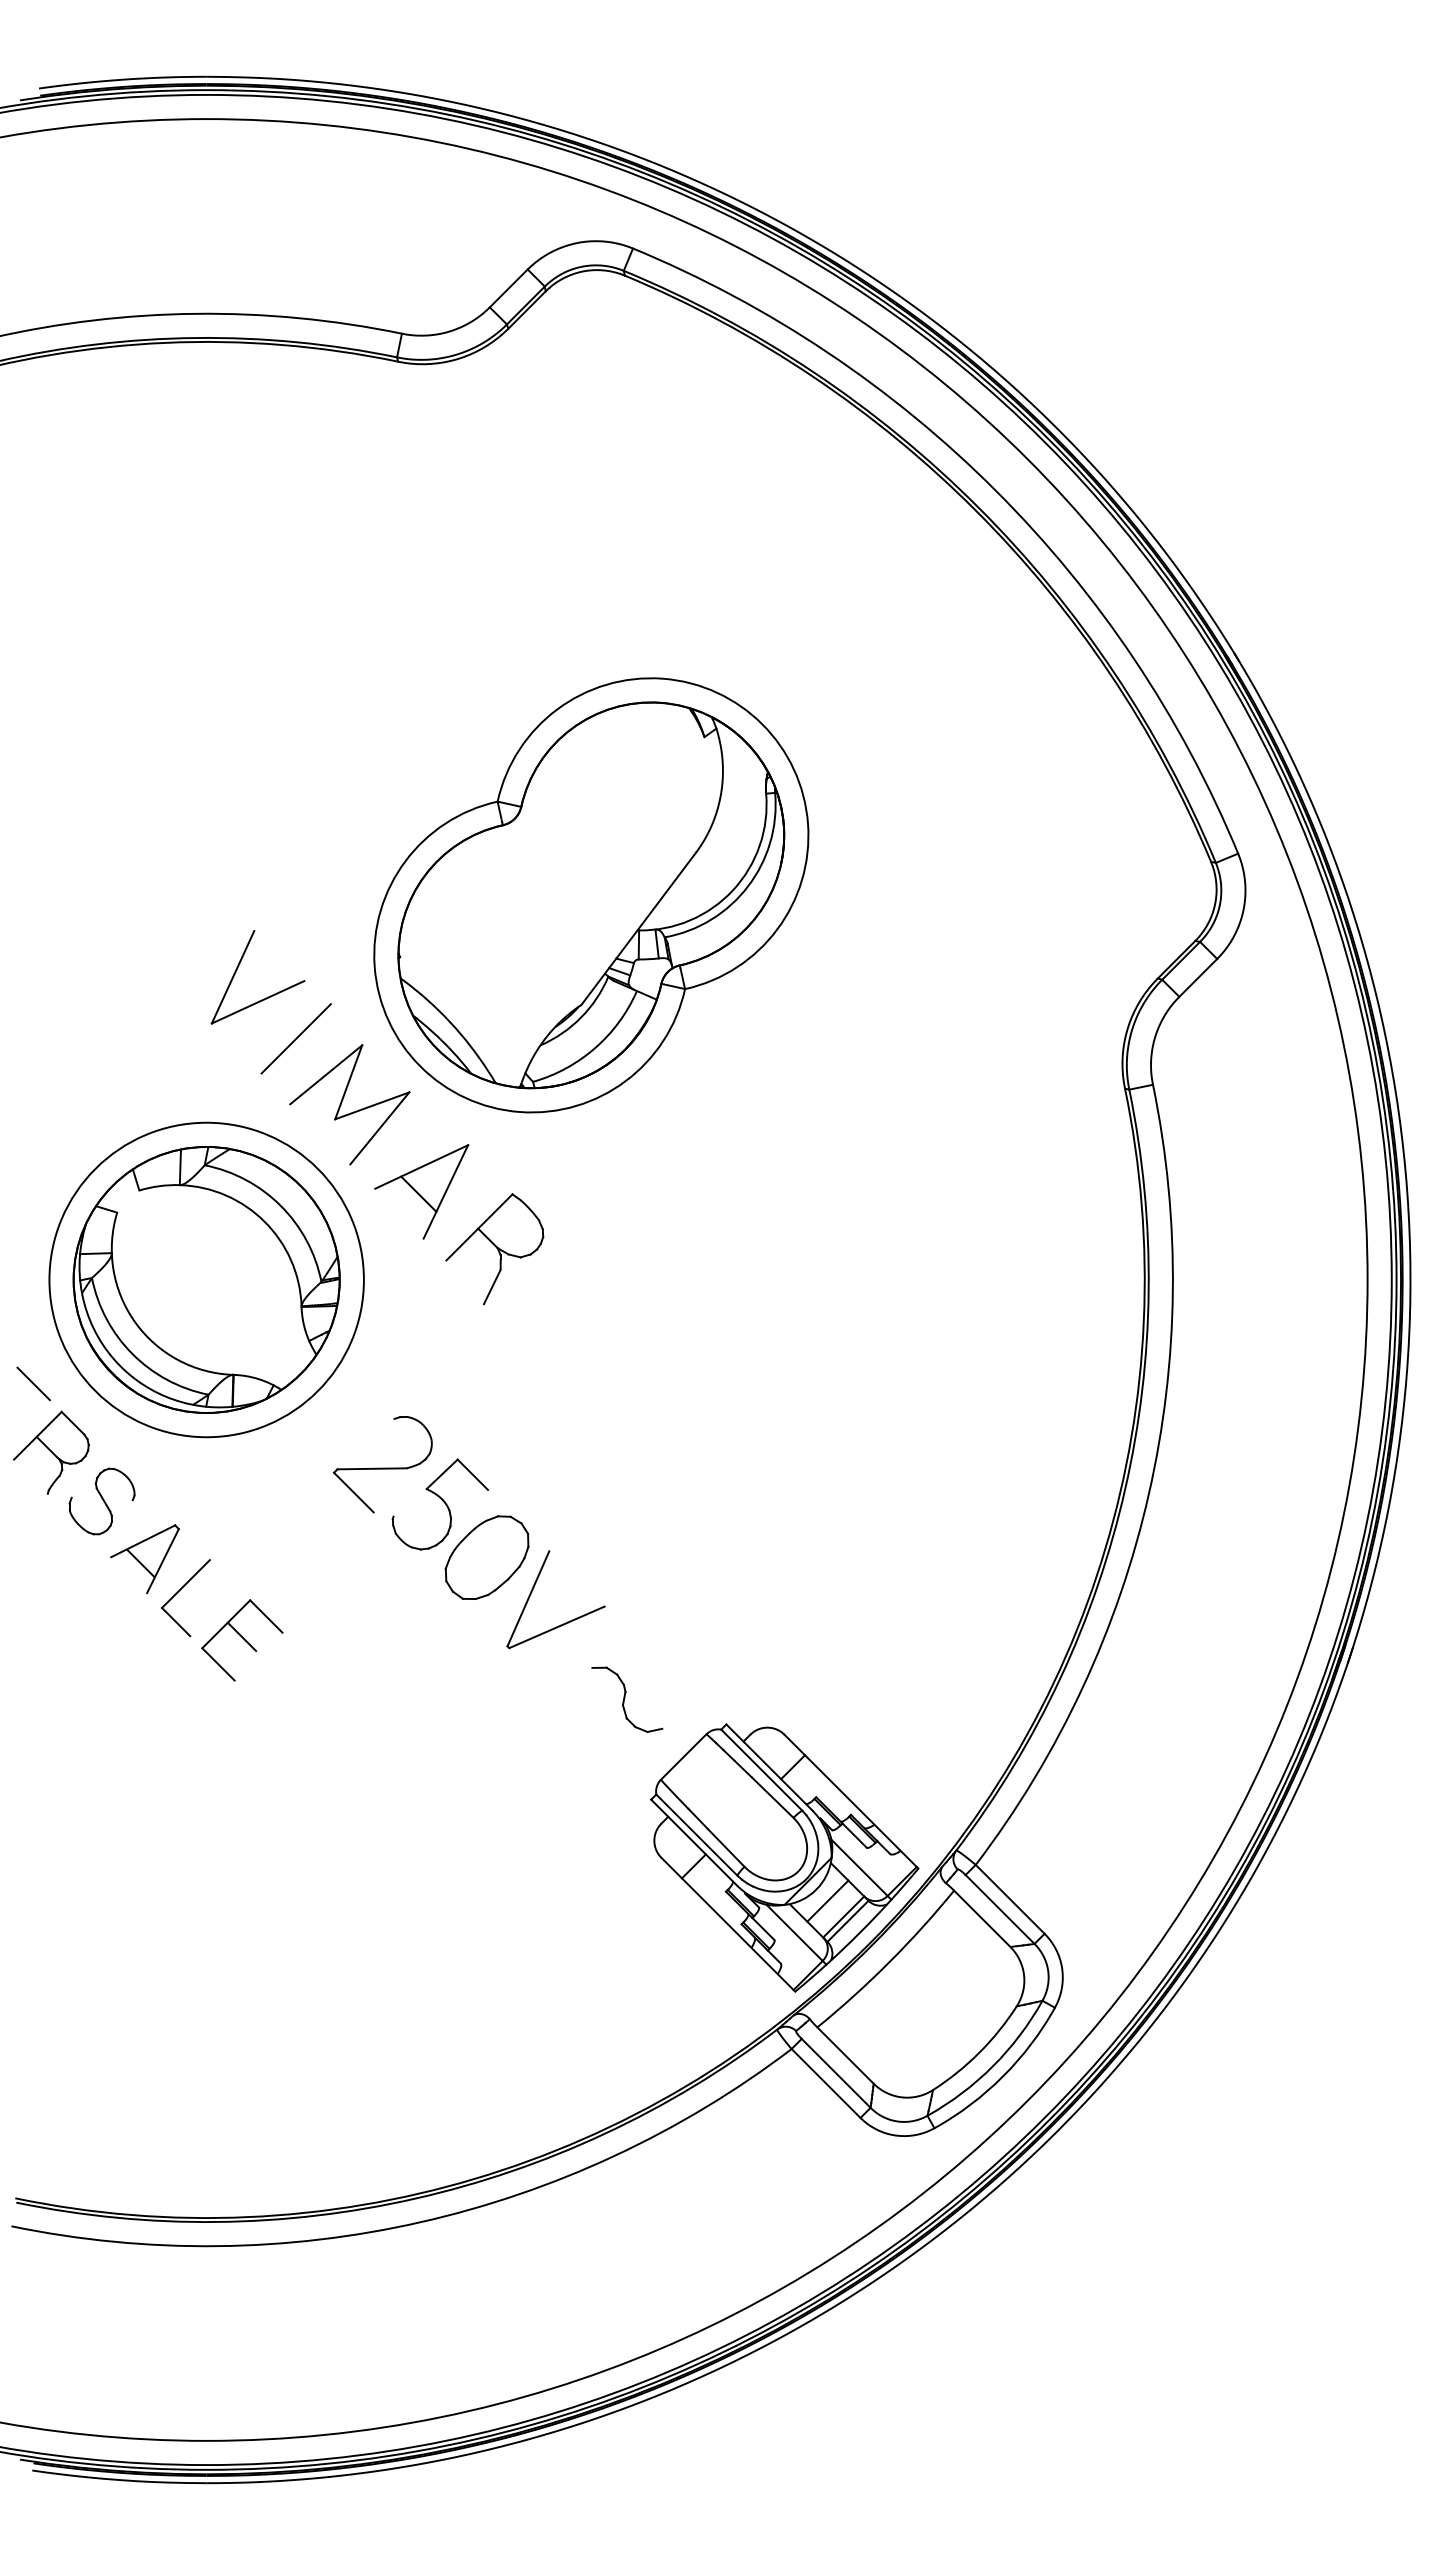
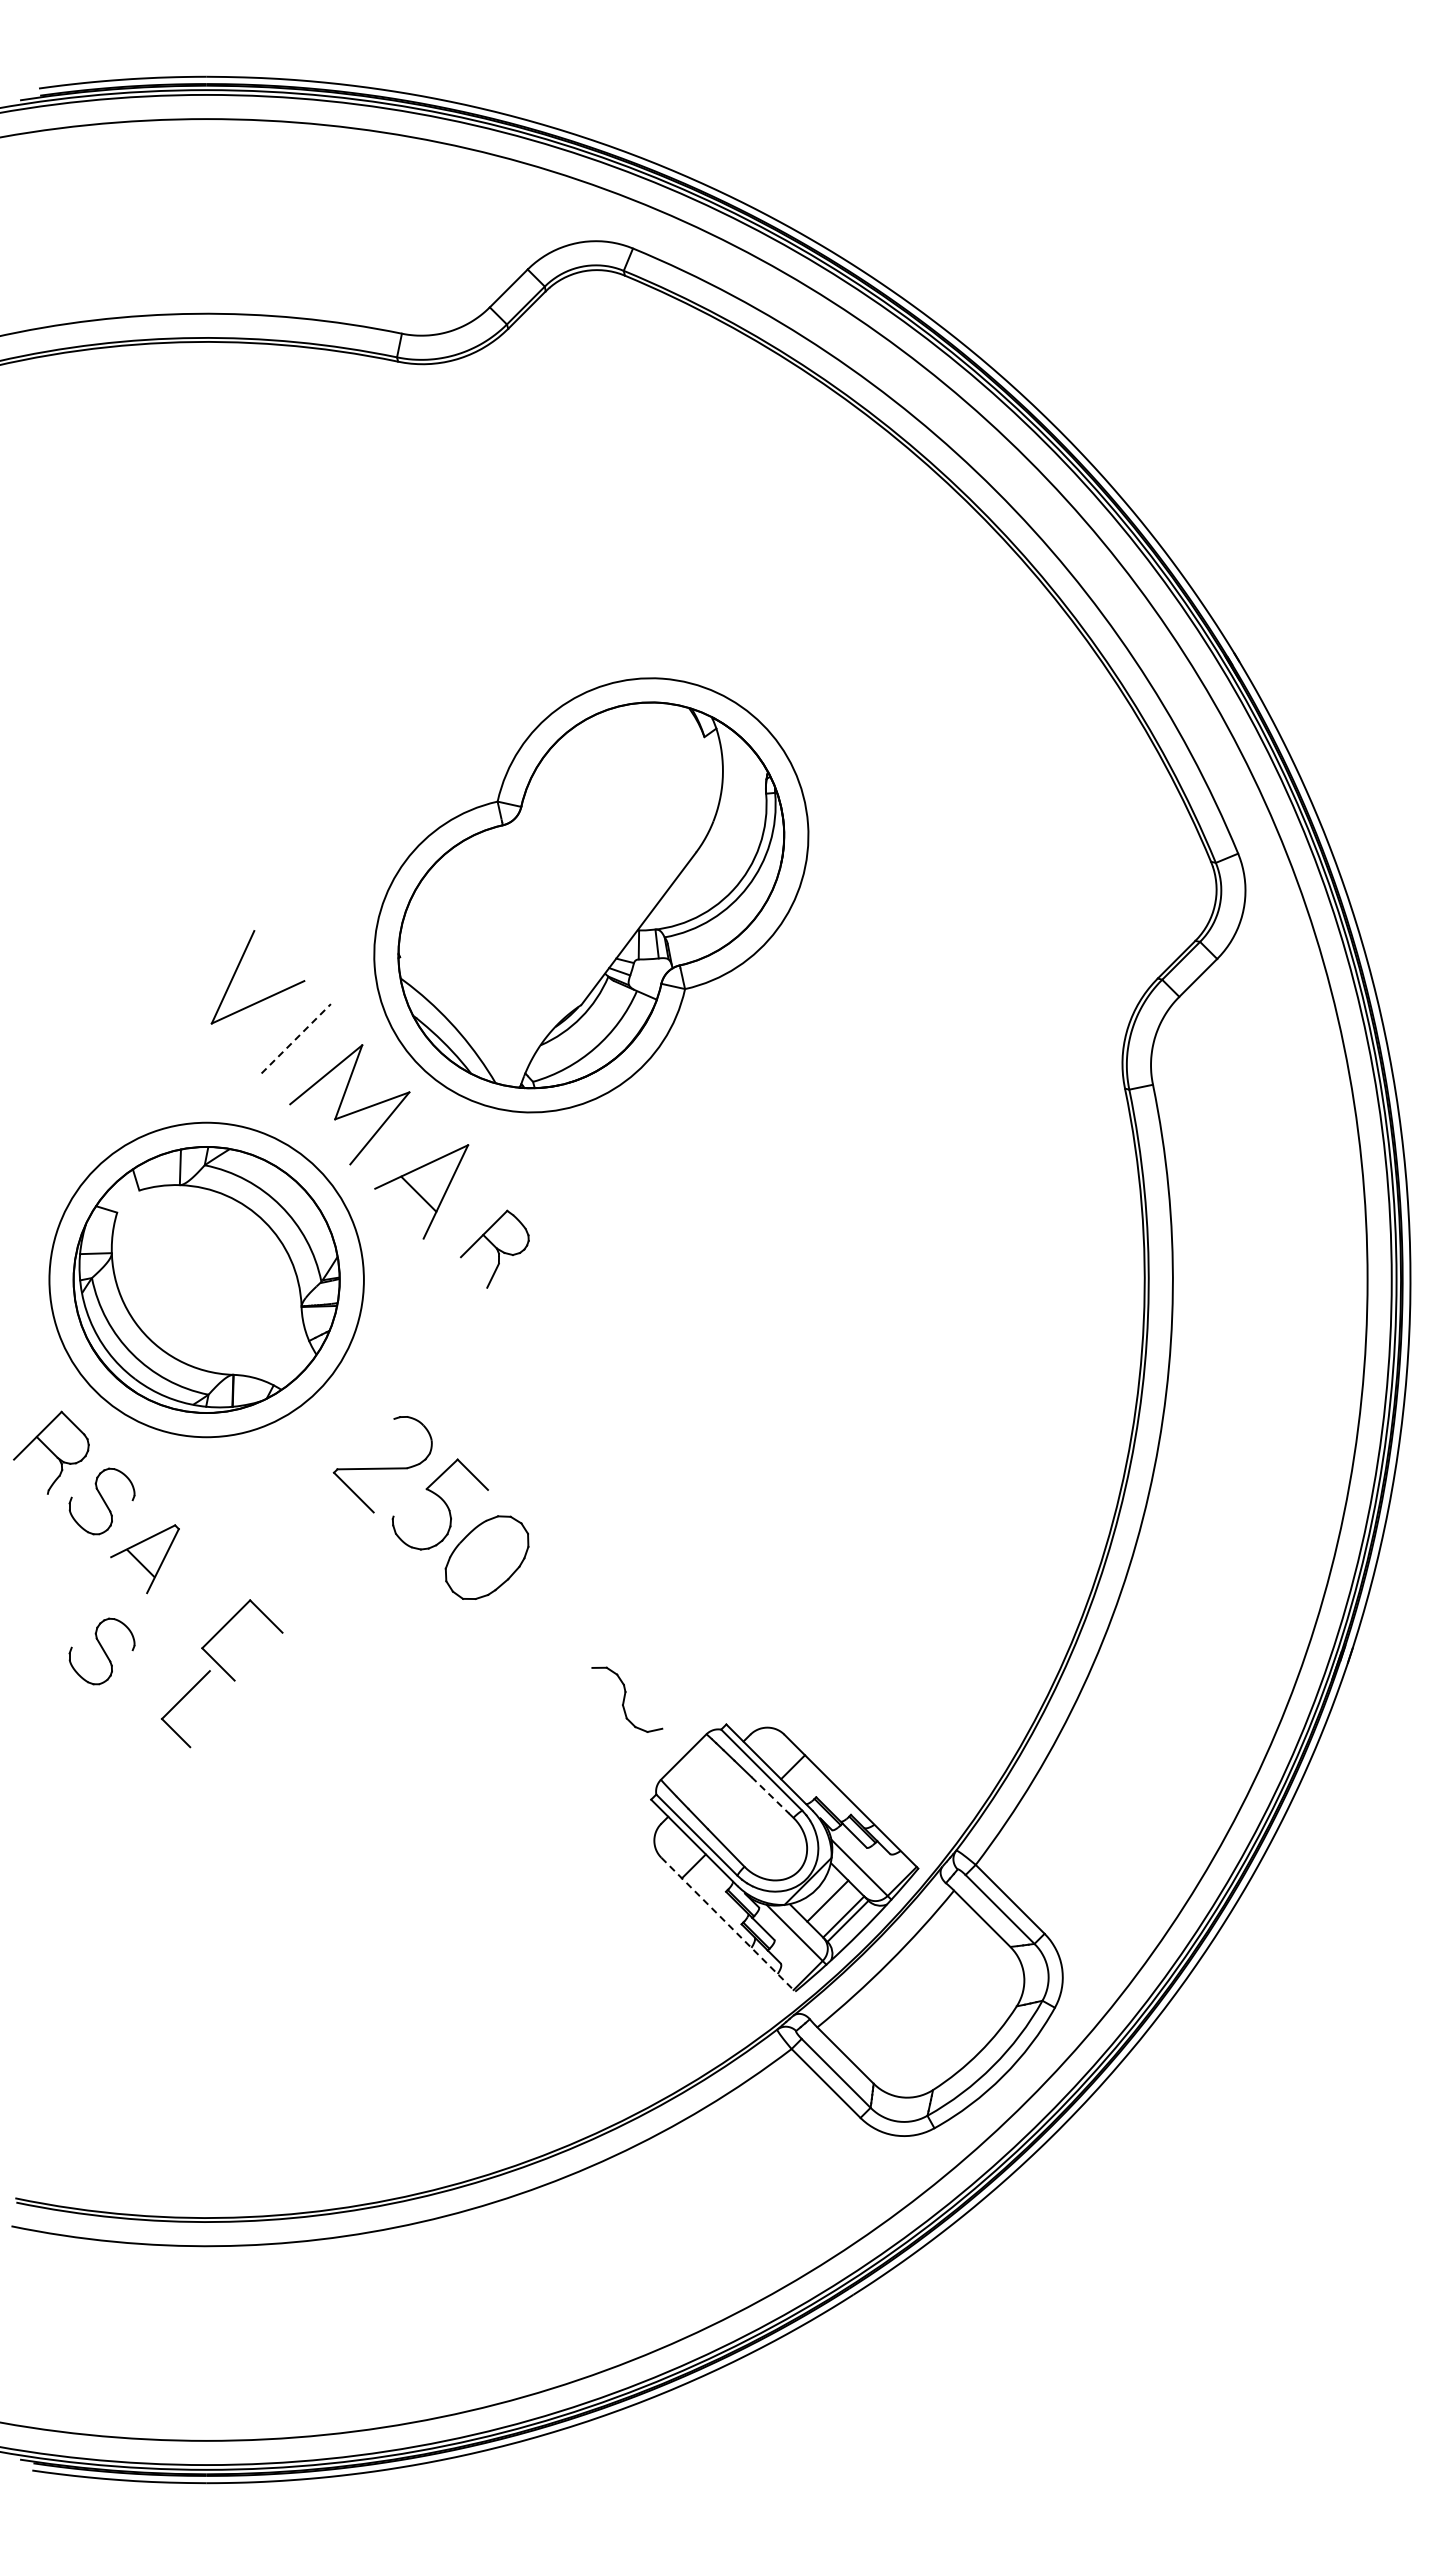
line at (296, 1038): solid -> dashed
part at (494, 1249) size: 100x113 px -> 70x80 px
line at (33, 1383): present -> none
part at (533, 1590): present -> none
part at (179, 1591) position: (179, 1591) -> (179, 1702)
line at (241, 1636): present -> none
part at (101, 1651): none -> present
line at (769, 1794): solid -> dashed
line at (728, 1924): solid -> dashed
